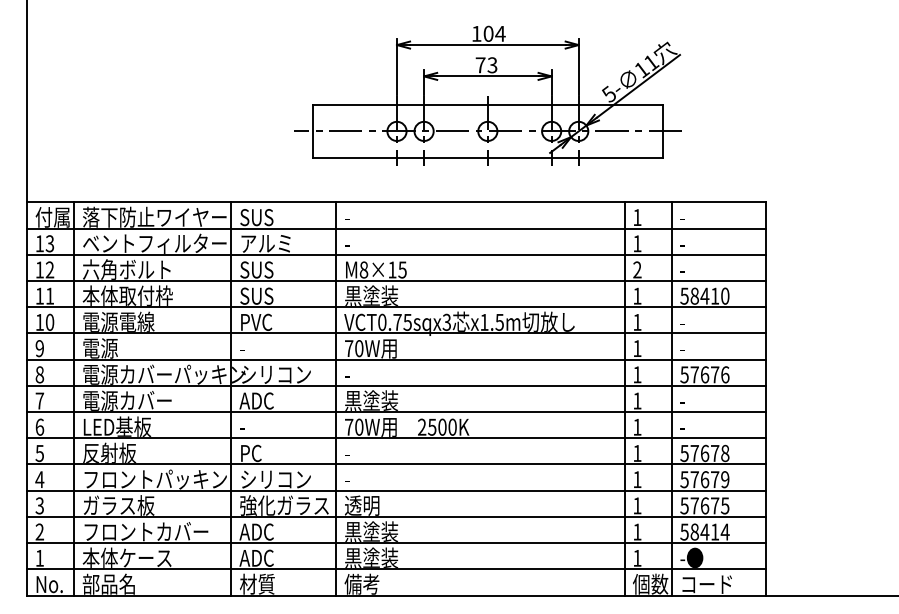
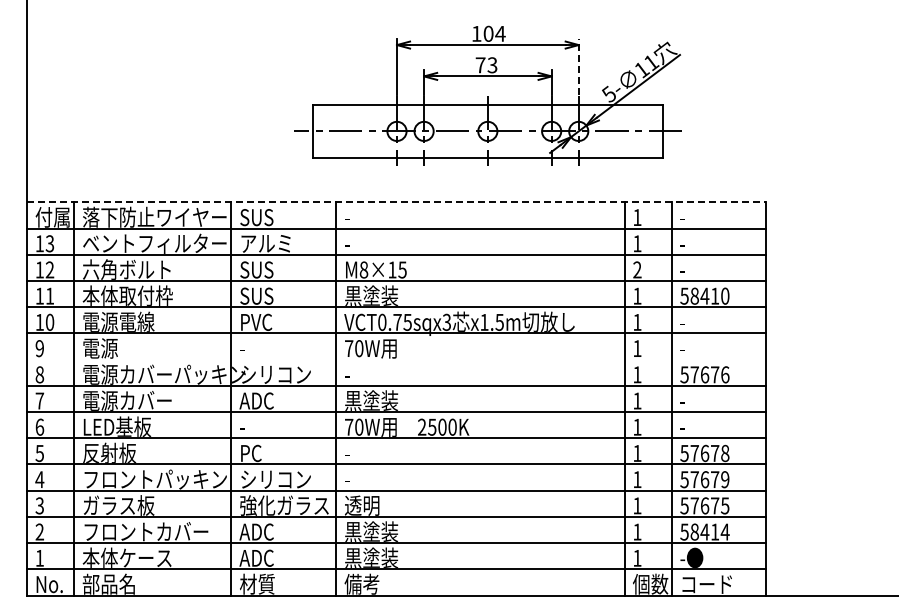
line at (578, 66): solid -> dashed
line at (396, 202): solid -> dashed
line at (396, 359): present -> none
